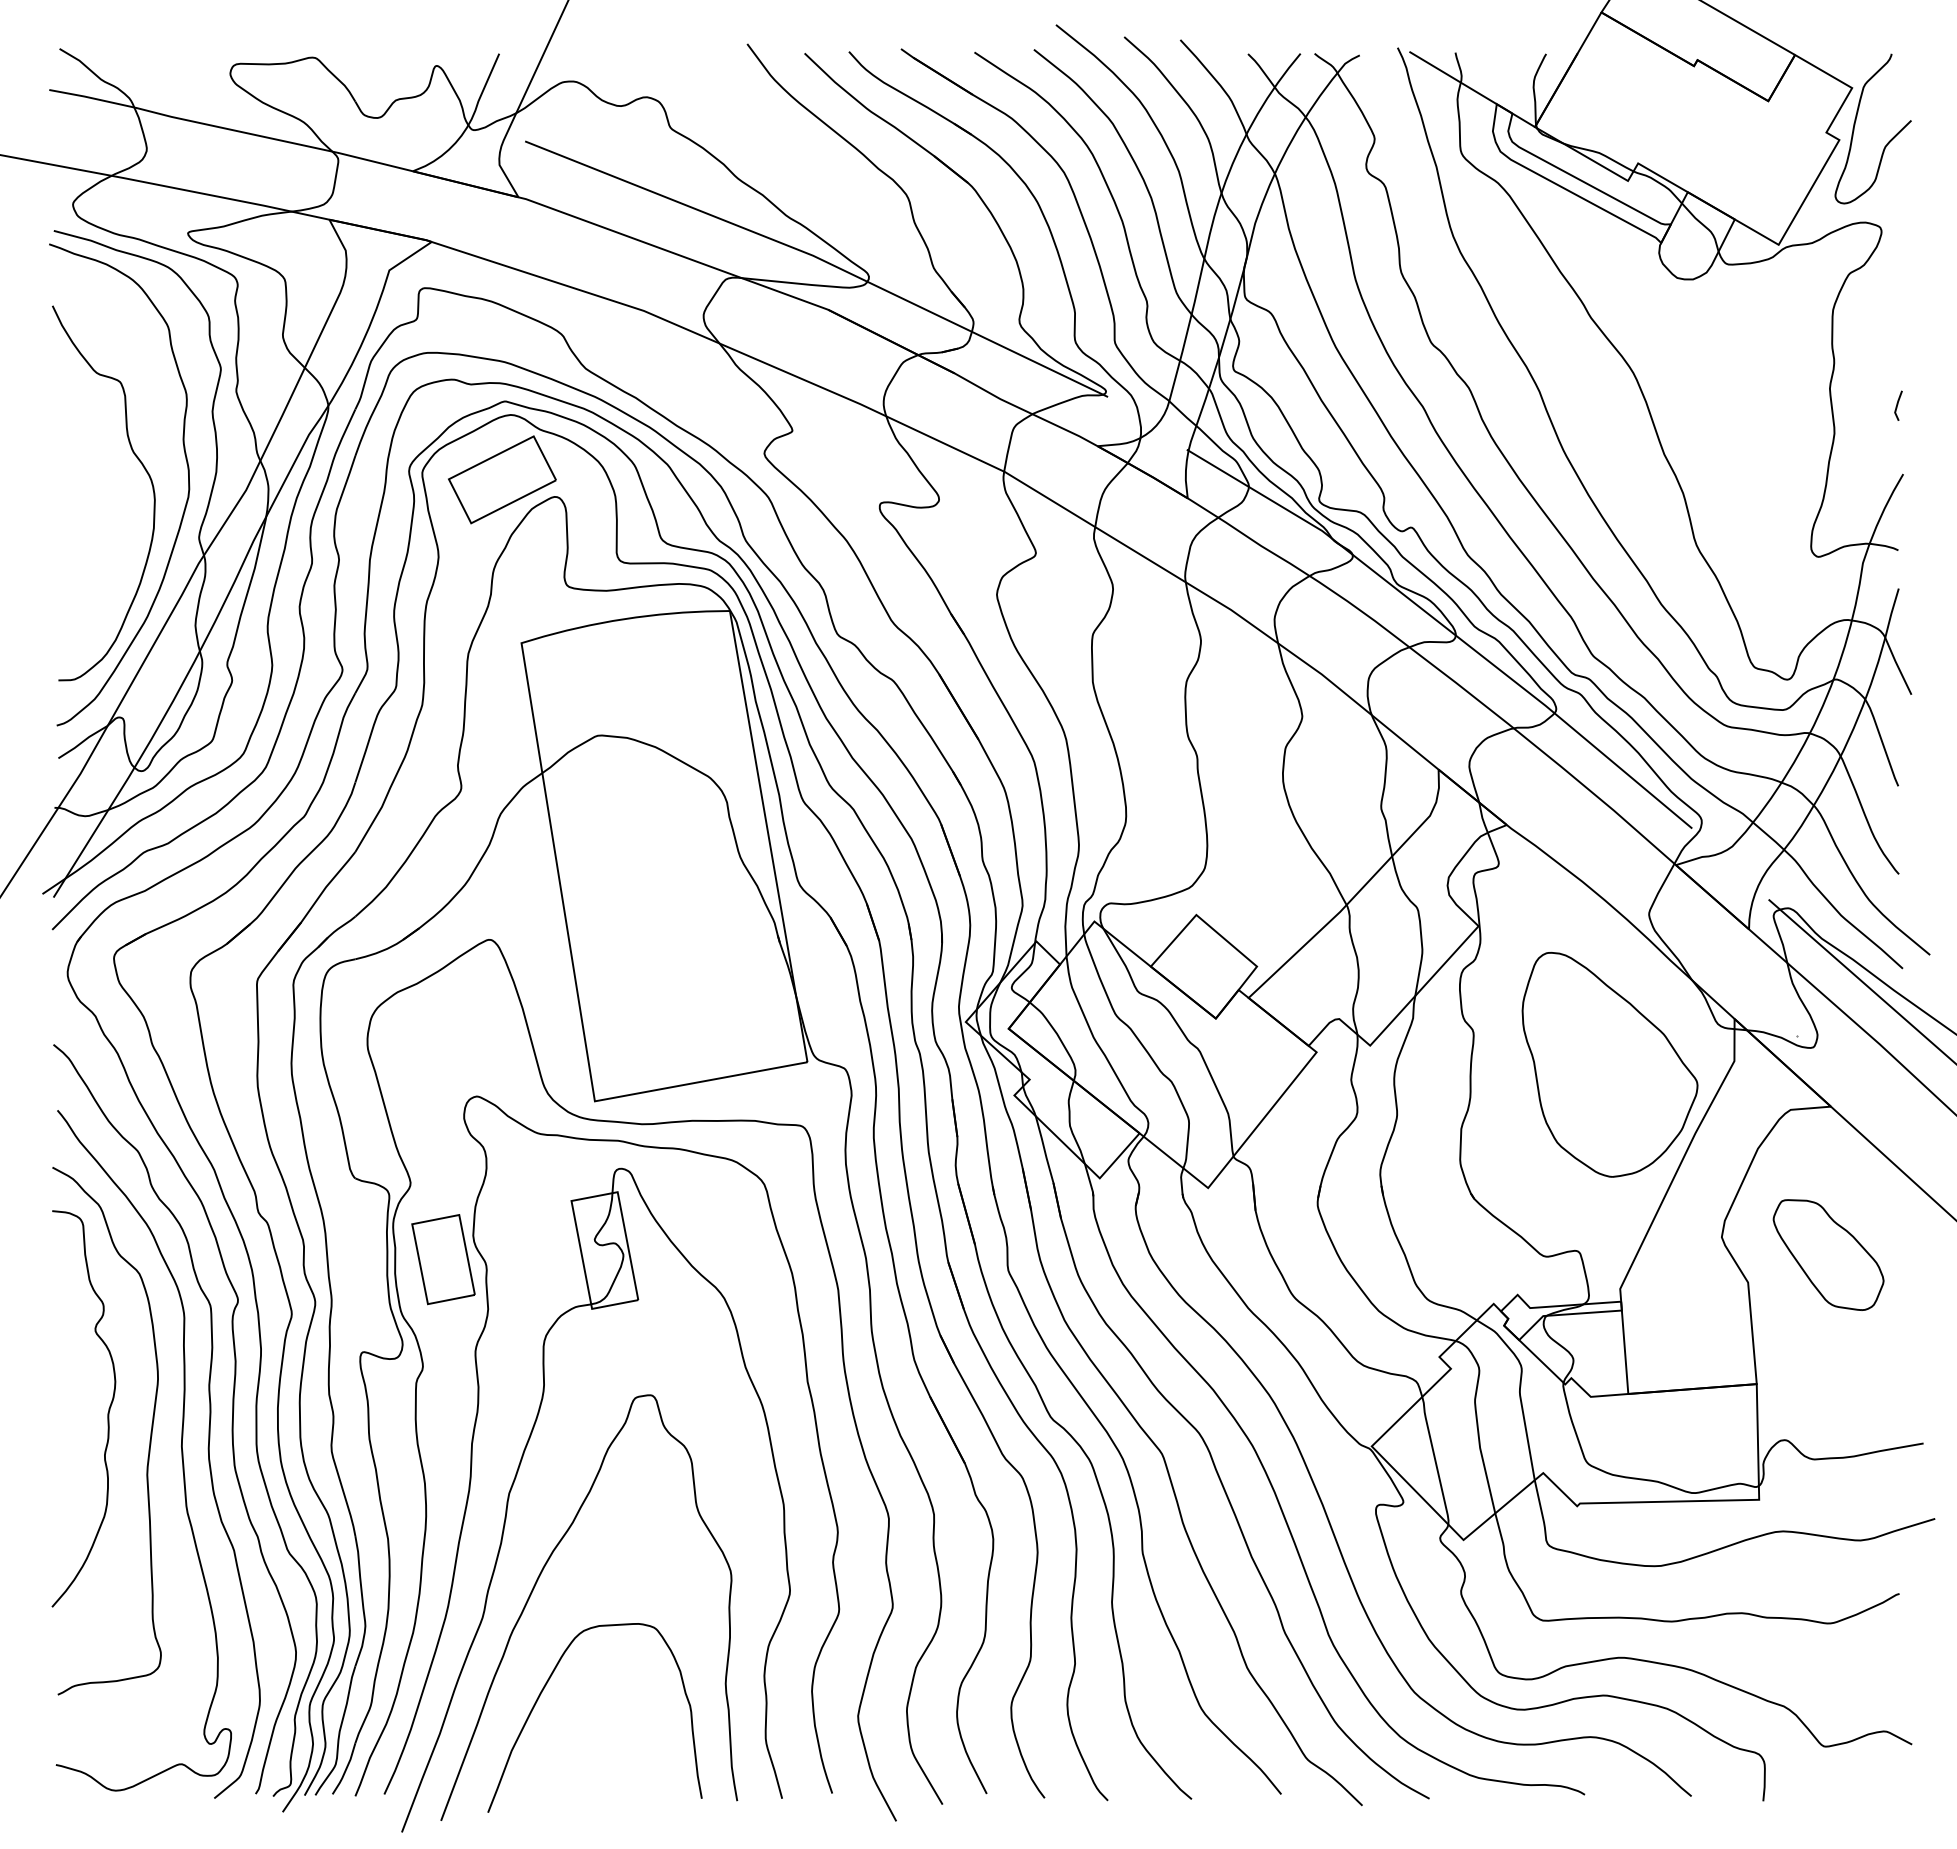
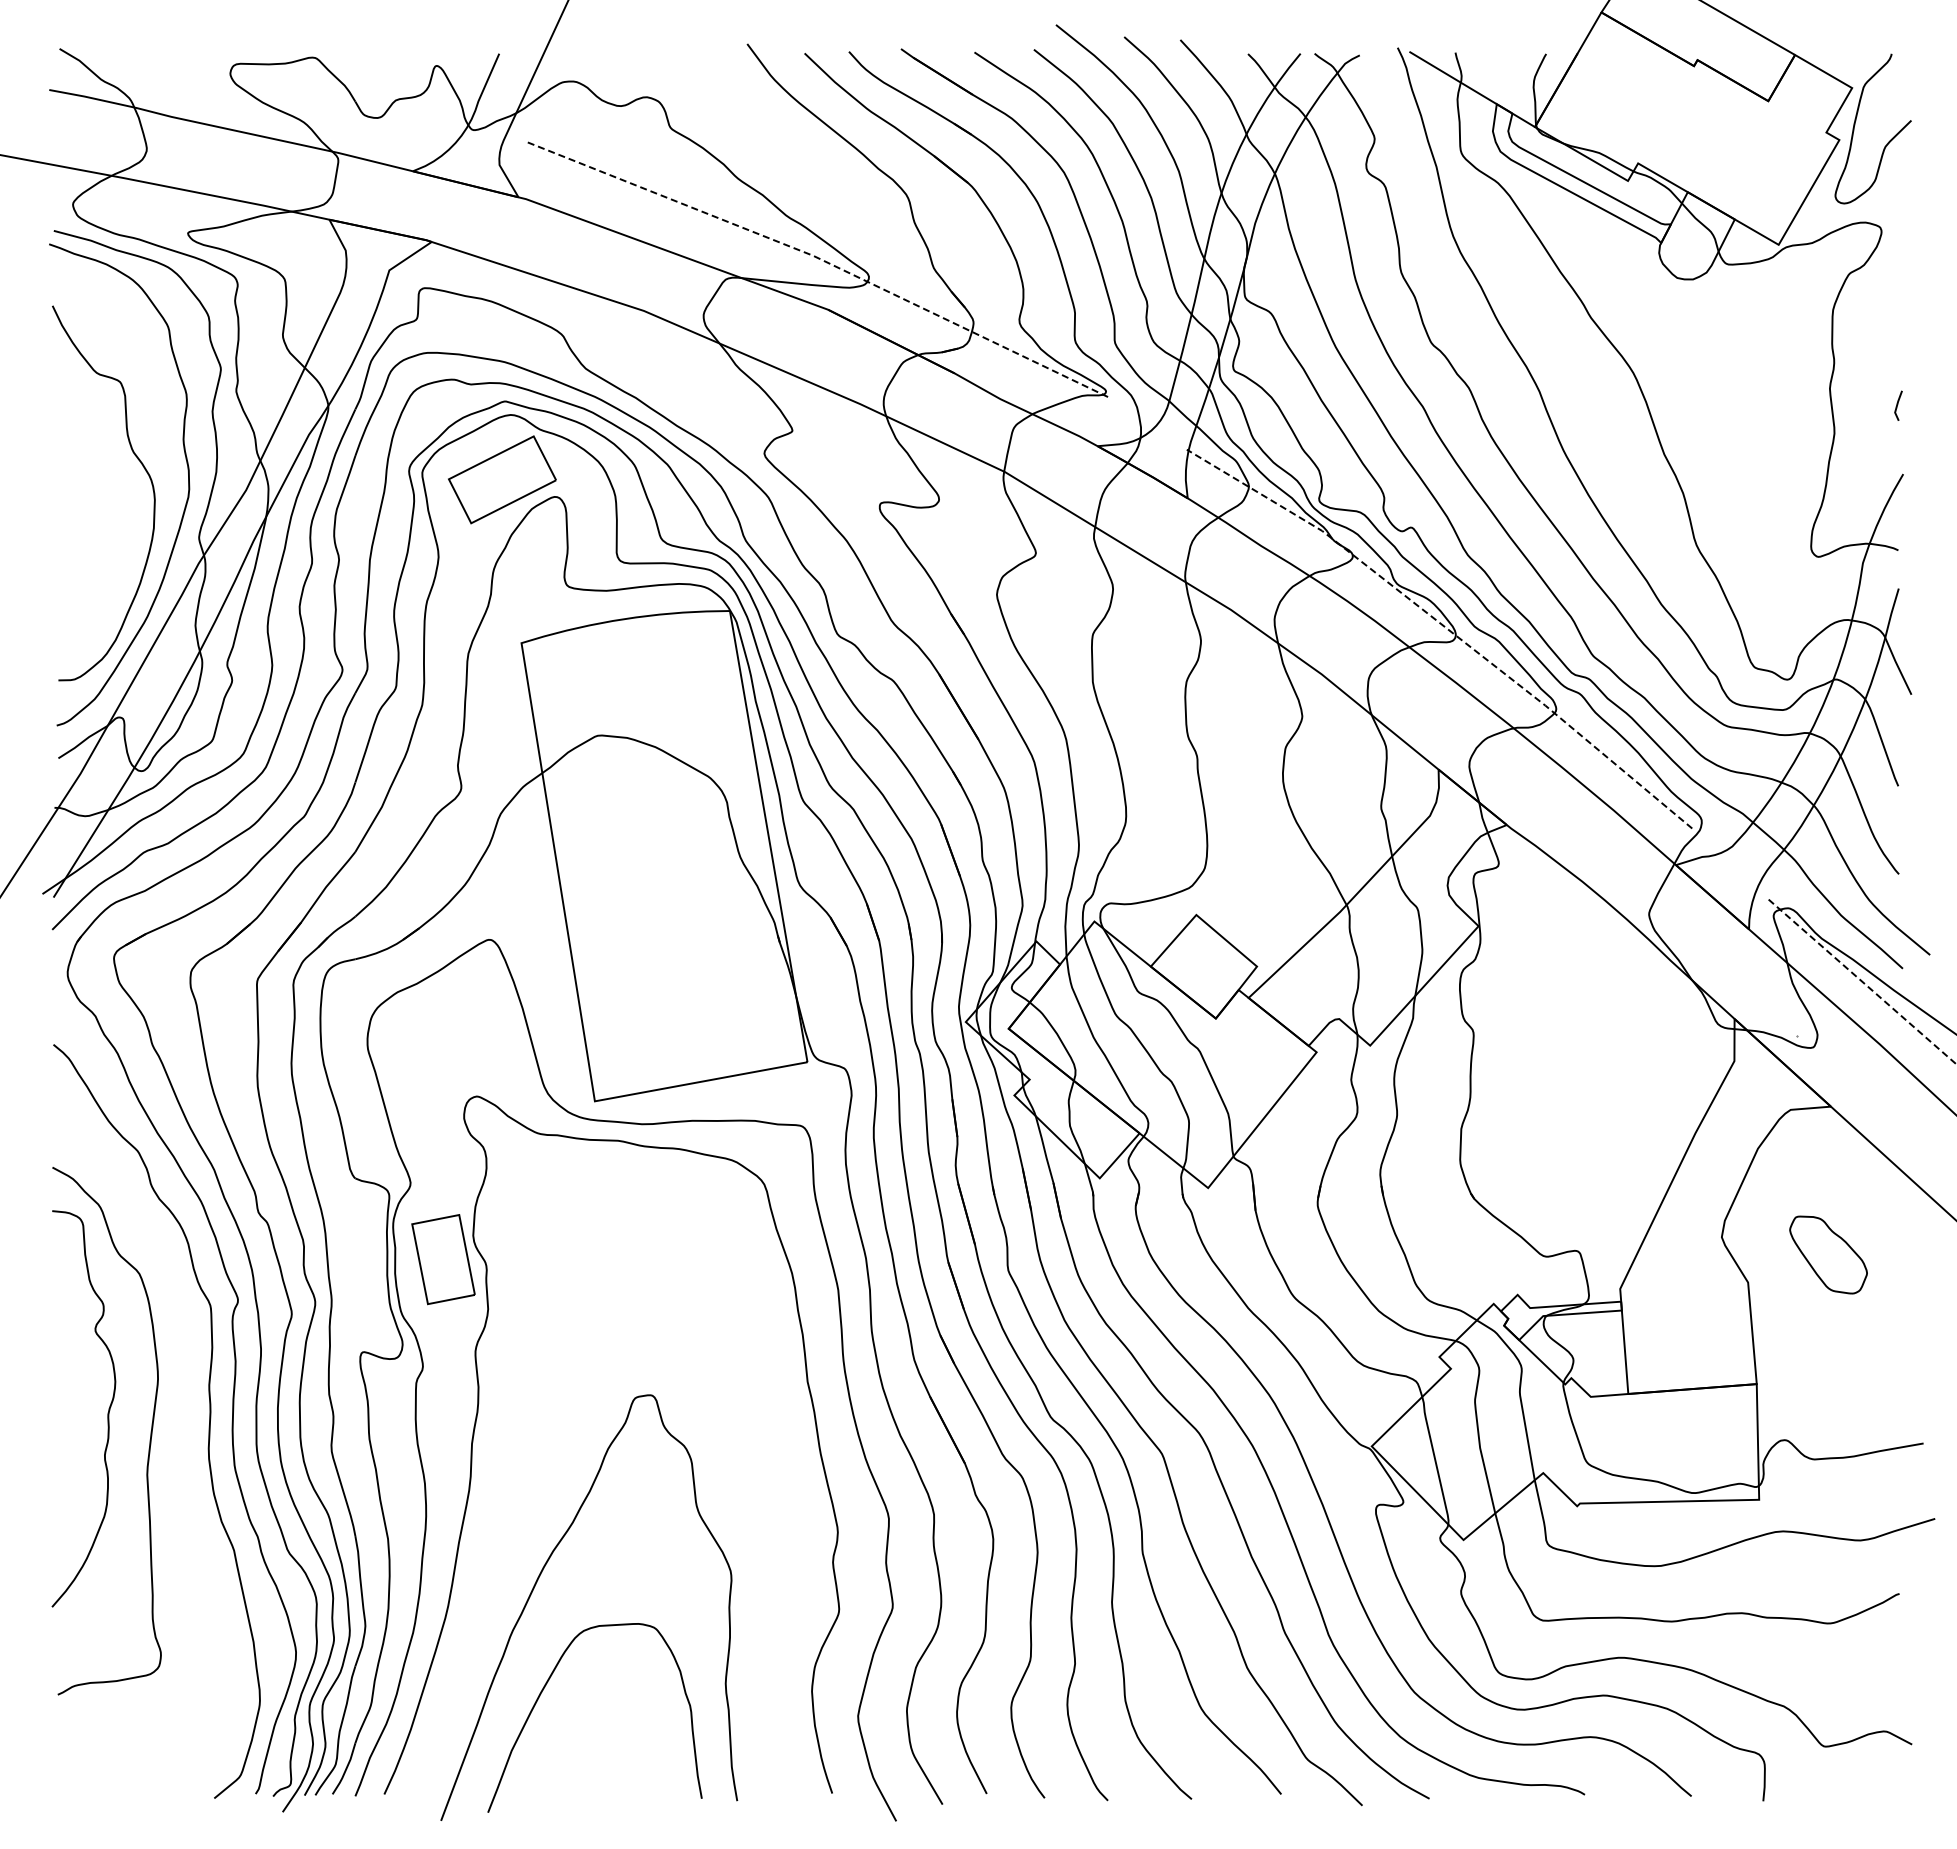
line at (820, 259): solid -> dashed
line at (1447, 628): solid -> dashed
line at (1862, 981): solid -> dashed
part at (1609, 1064): present -> none
part at (1828, 1254) size: 113x112 px -> 79x80 px
curve at (181, 1450): present -> none
part at (517, 1474): present -> none
